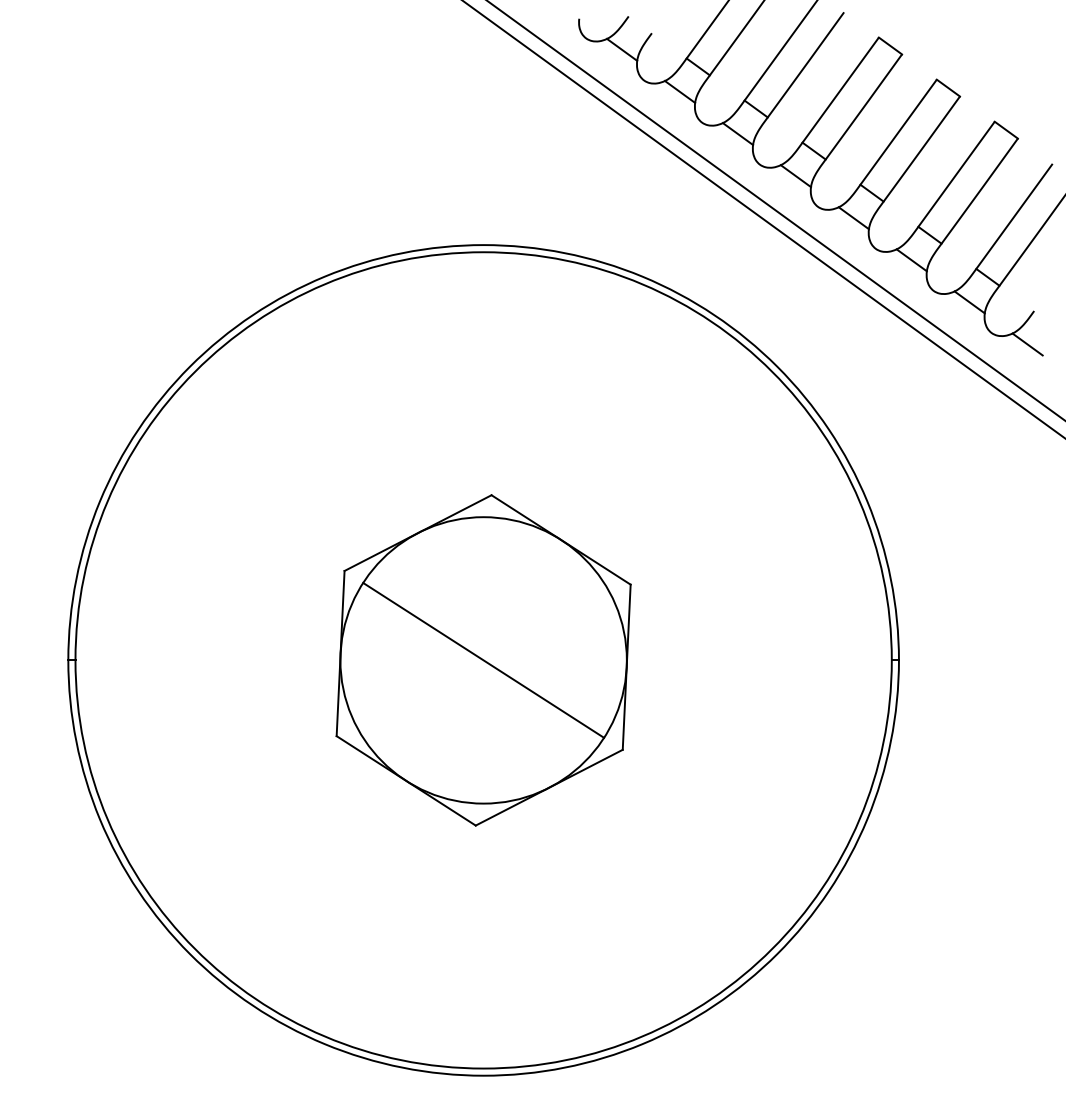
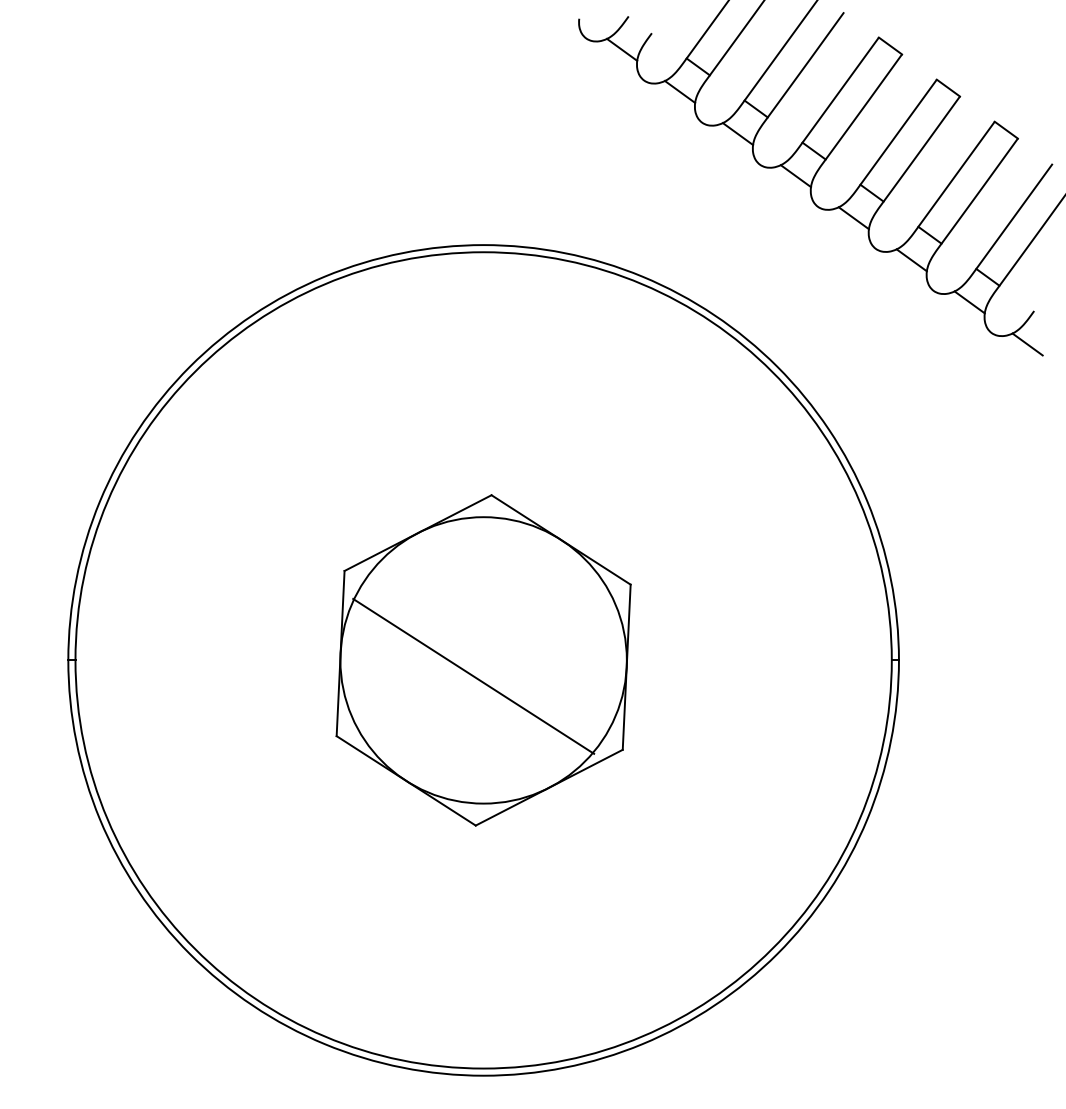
line at (775, 210): present -> none
line at (763, 219): present -> none
line at (483, 659) position: (483, 659) -> (473, 675)
